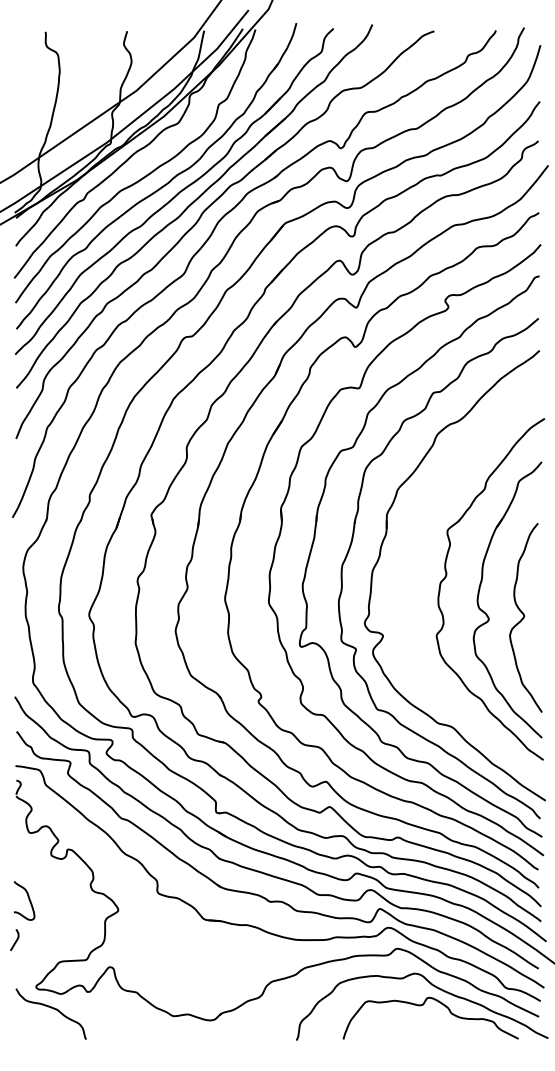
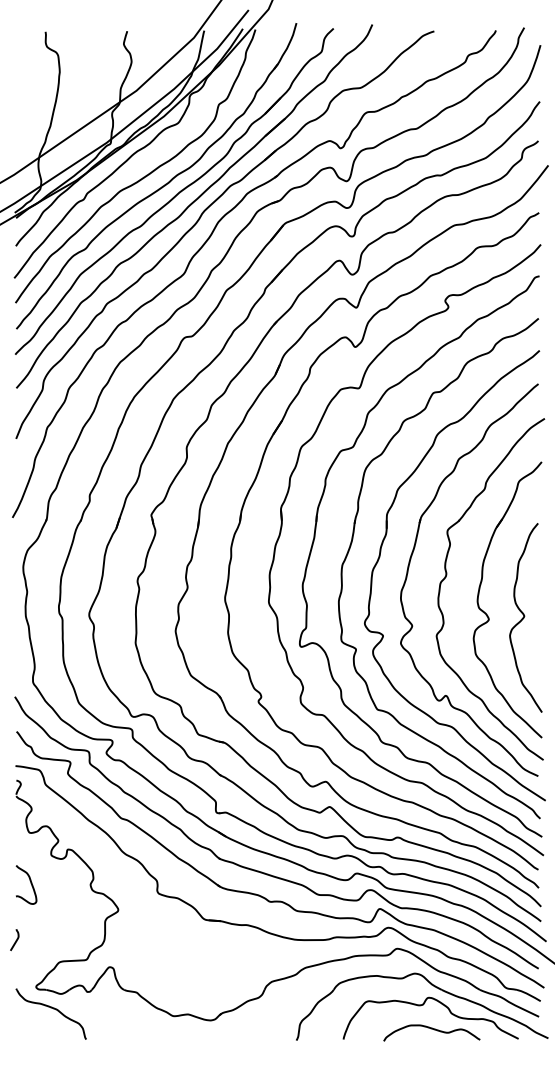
part at (410, 563): none -> present
curve at (28, 899) position: (28, 899) -> (30, 883)
curve at (431, 1029): none -> present
